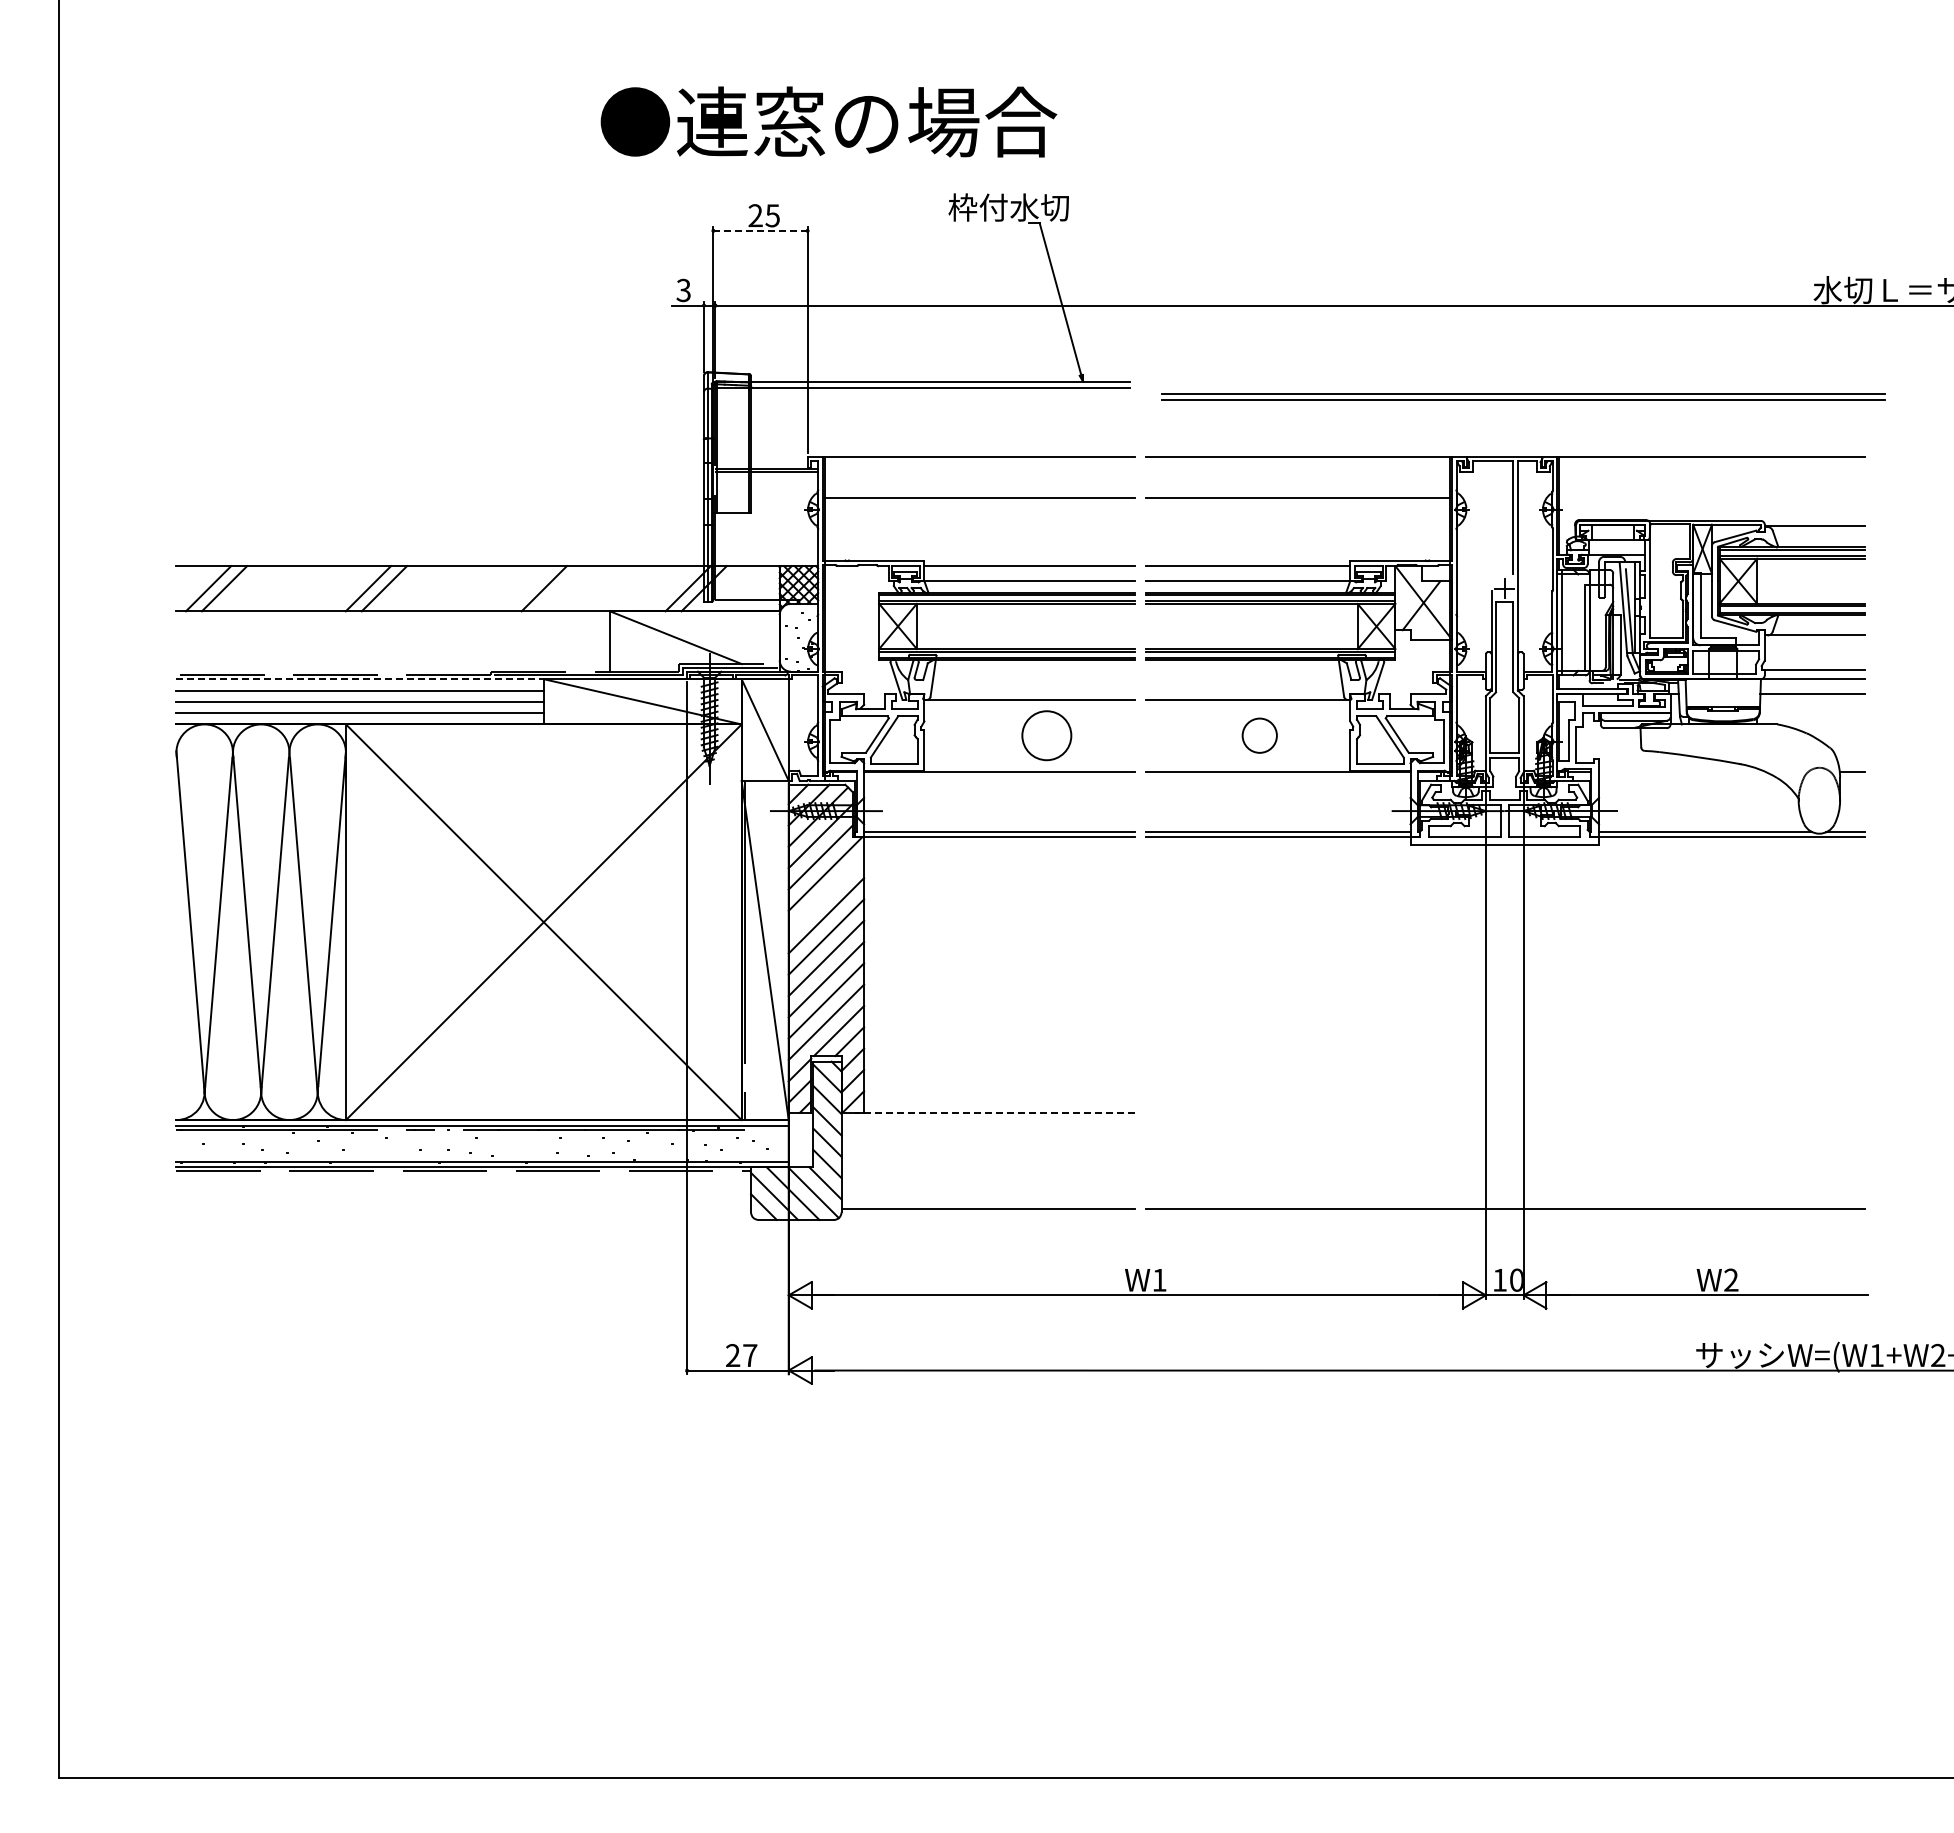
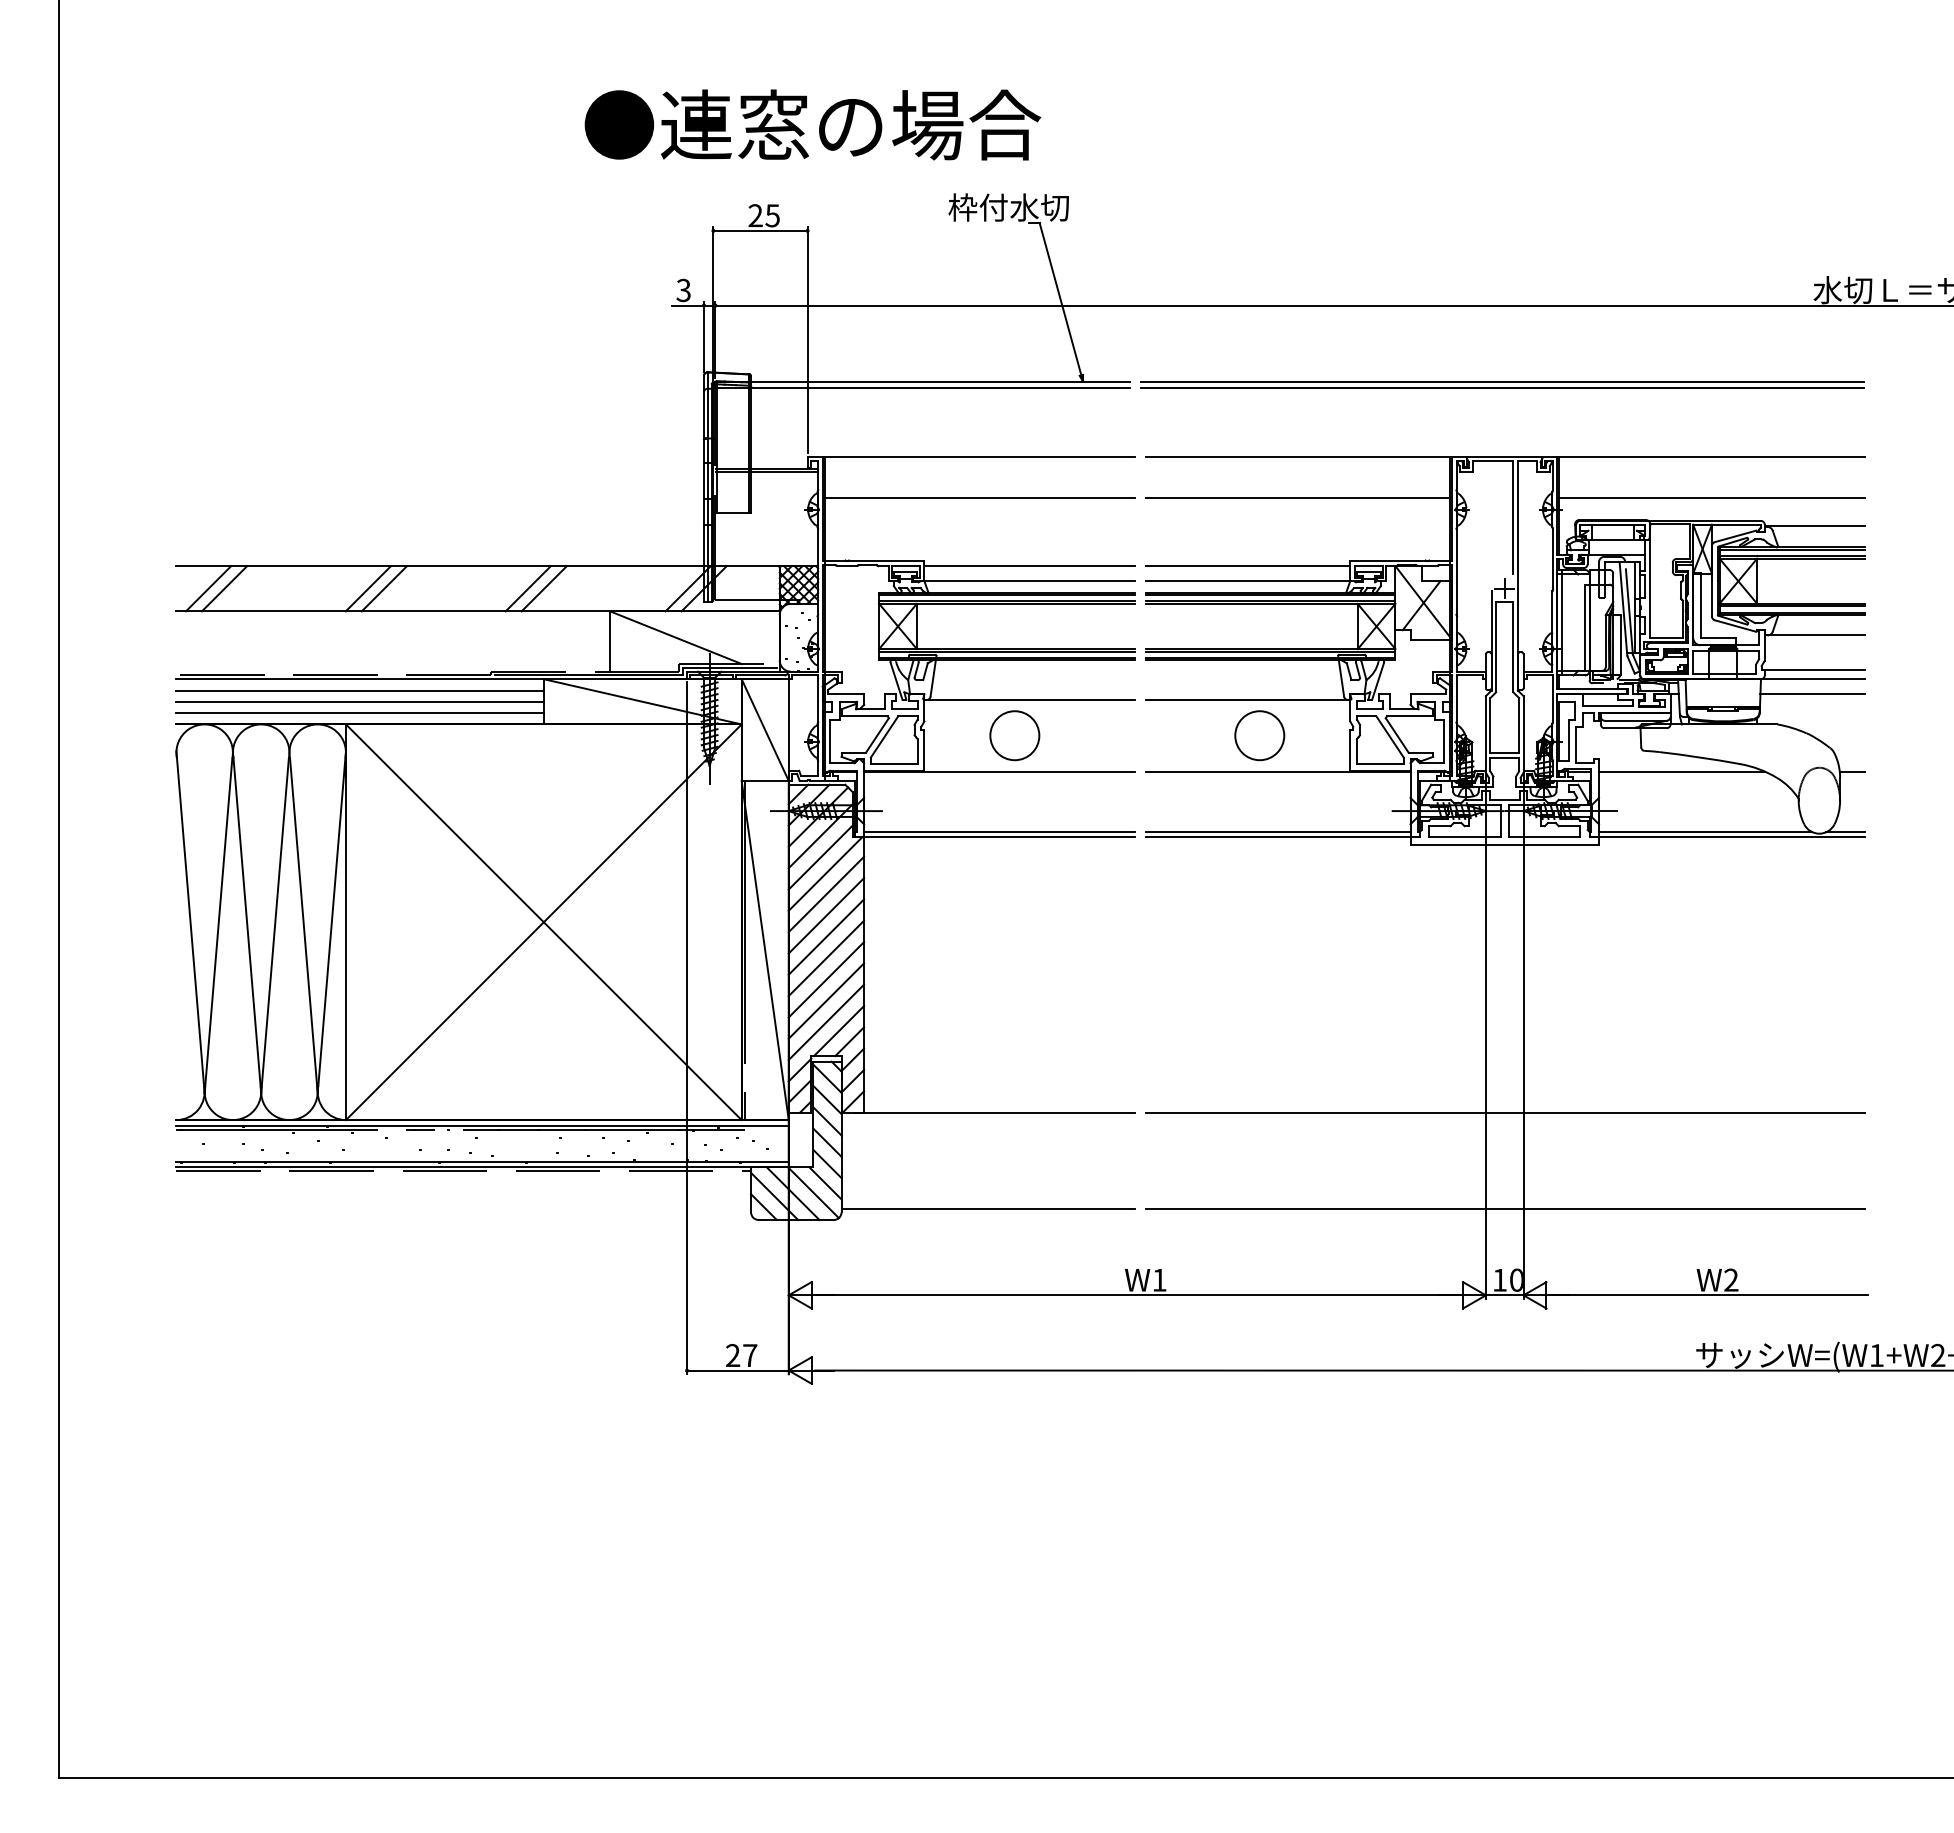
text at (828, 121) position: (828, 121) -> (812, 124)
line at (760, 230): dashed -> solid
part at (1523, 396) position: (1523, 396) -> (1502, 384)
line at (1711, 497): none -> present
line at (527, 588): none -> present
line at (360, 679): dashed -> solid
circle at (1046, 735) position: (1046, 735) -> (1014, 735)
circle at (1259, 735) diameter: 34 px -> 49 px
line at (1681, 771): none -> present
line at (826, 894): none -> present
line at (994, 1112): dashed -> solid
line at (1505, 1112): none -> present
